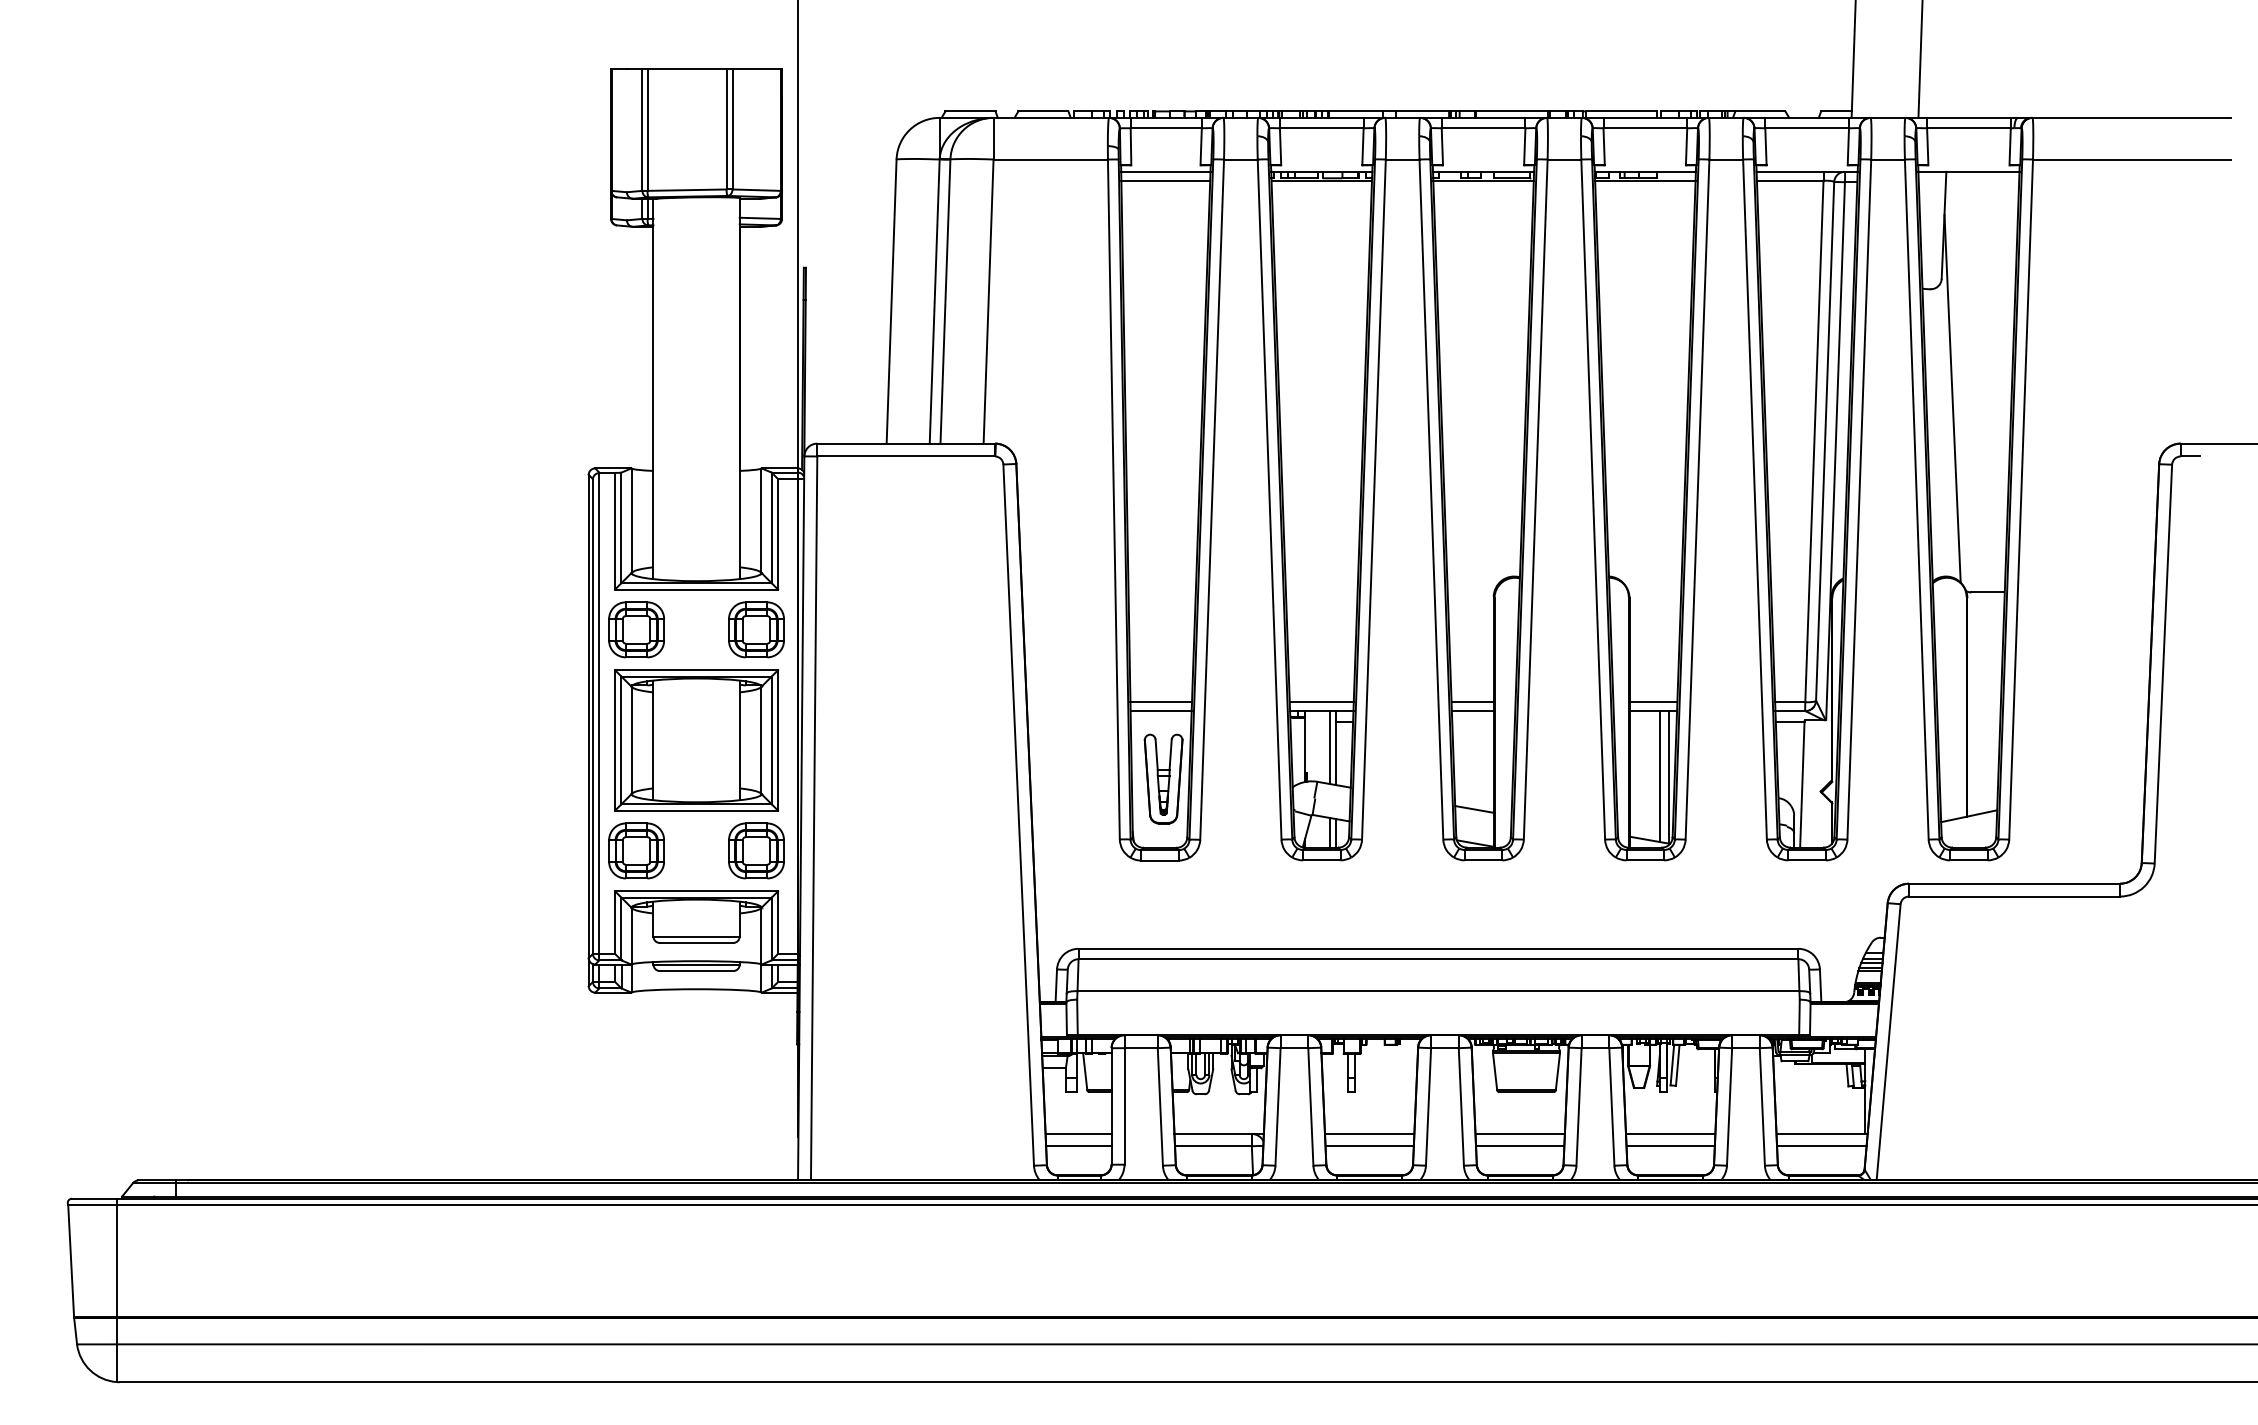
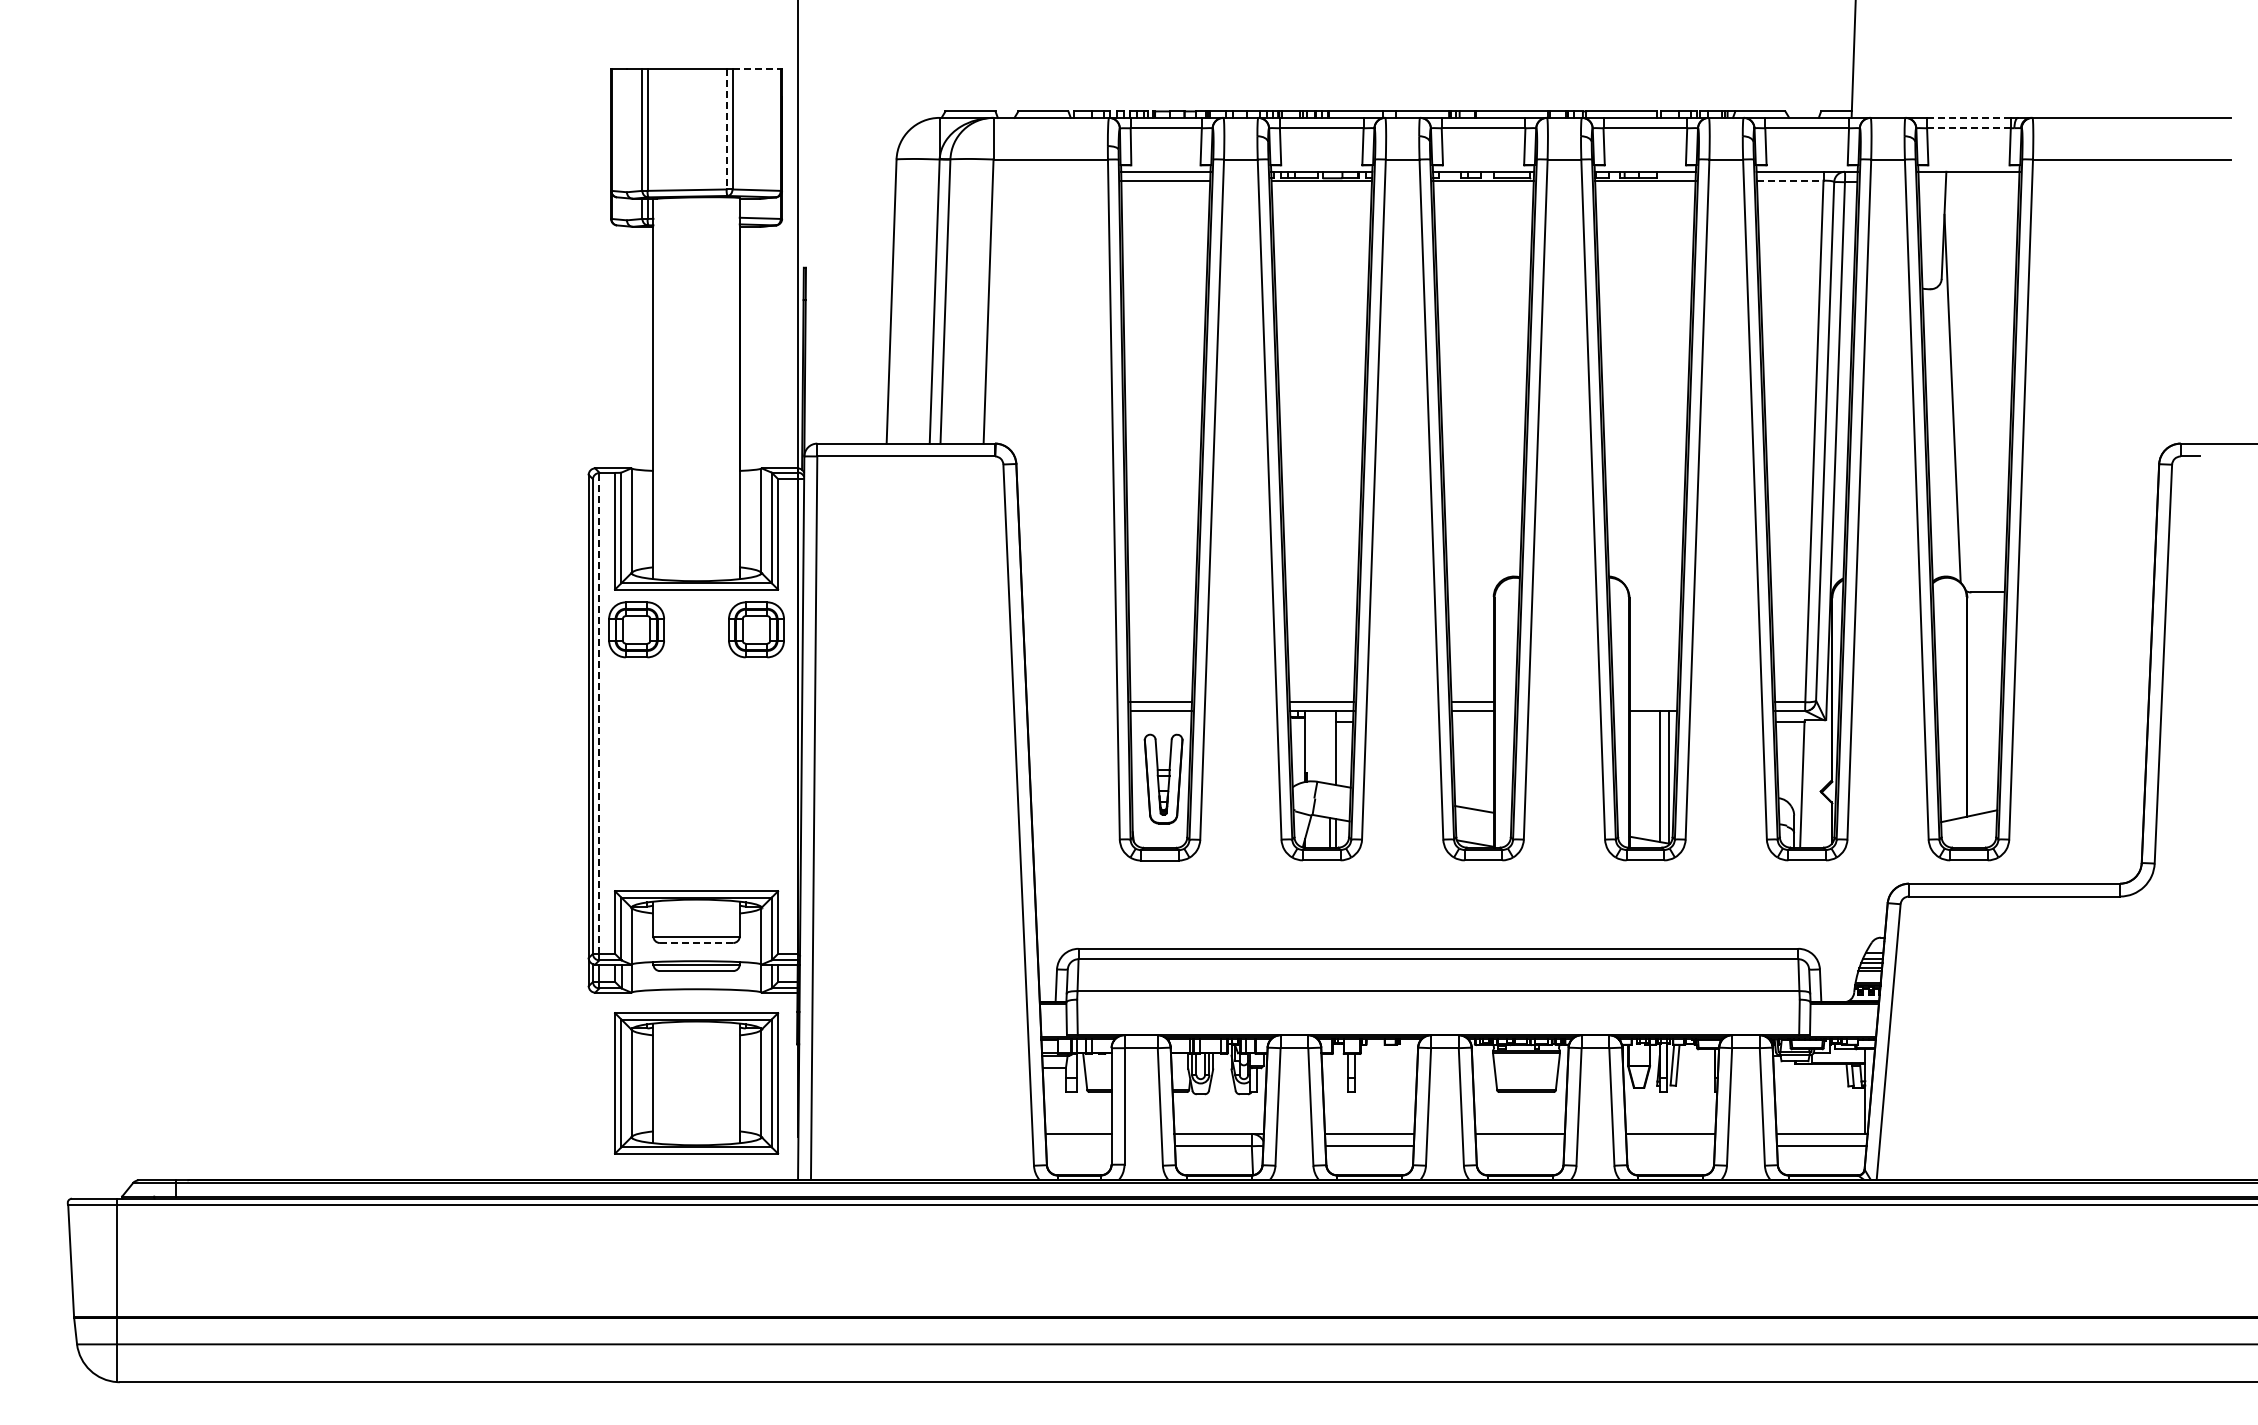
line at (1920, 59): present -> none
line at (757, 69): solid -> dashed
line at (1968, 117): solid -> dashed
line at (1968, 128): solid -> dashed
line at (726, 129): solid -> dashed
line at (1790, 180): solid -> dashed
line at (1653, 702): present -> none
line at (599, 712): solid -> dashed
part at (696, 740) position: (696, 740) -> (696, 1083)
line at (1329, 747): present -> none
part at (636, 850): present -> none
part at (756, 850): present -> none
line at (696, 943): solid -> dashed
line at (1078, 1146): present -> none
line at (1520, 1146): present -> none
line at (1670, 1146): present -> none
